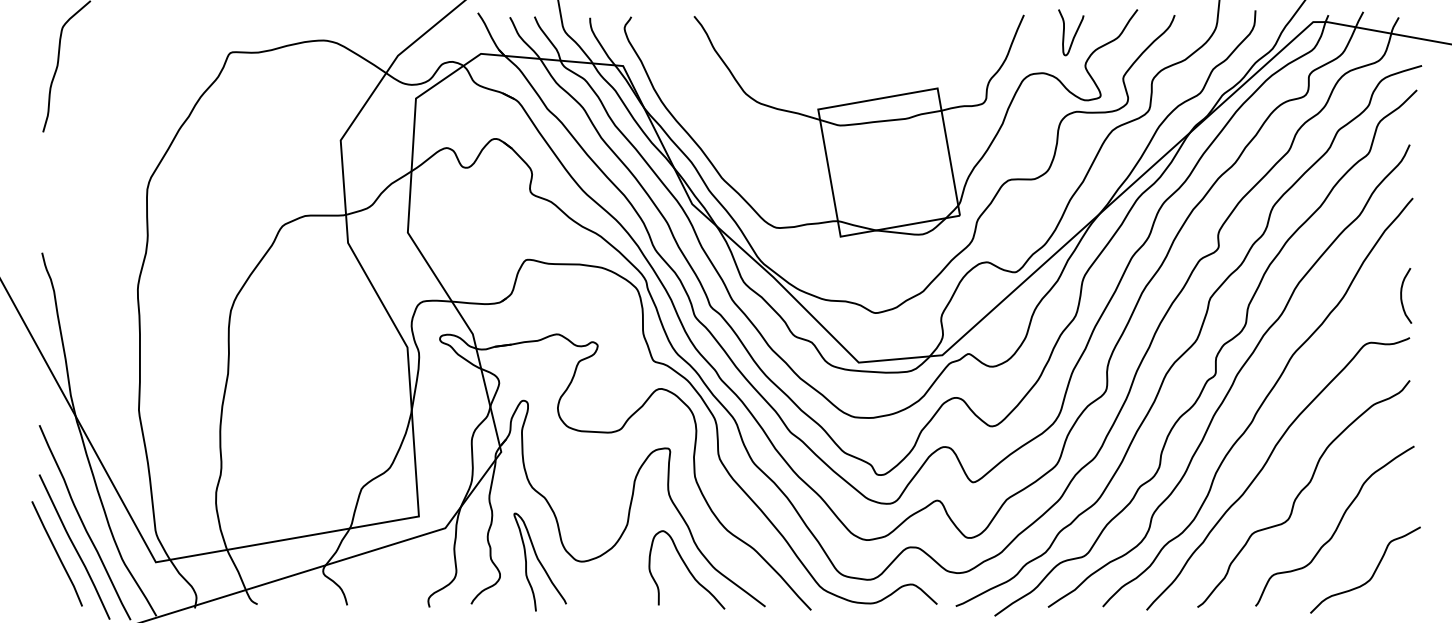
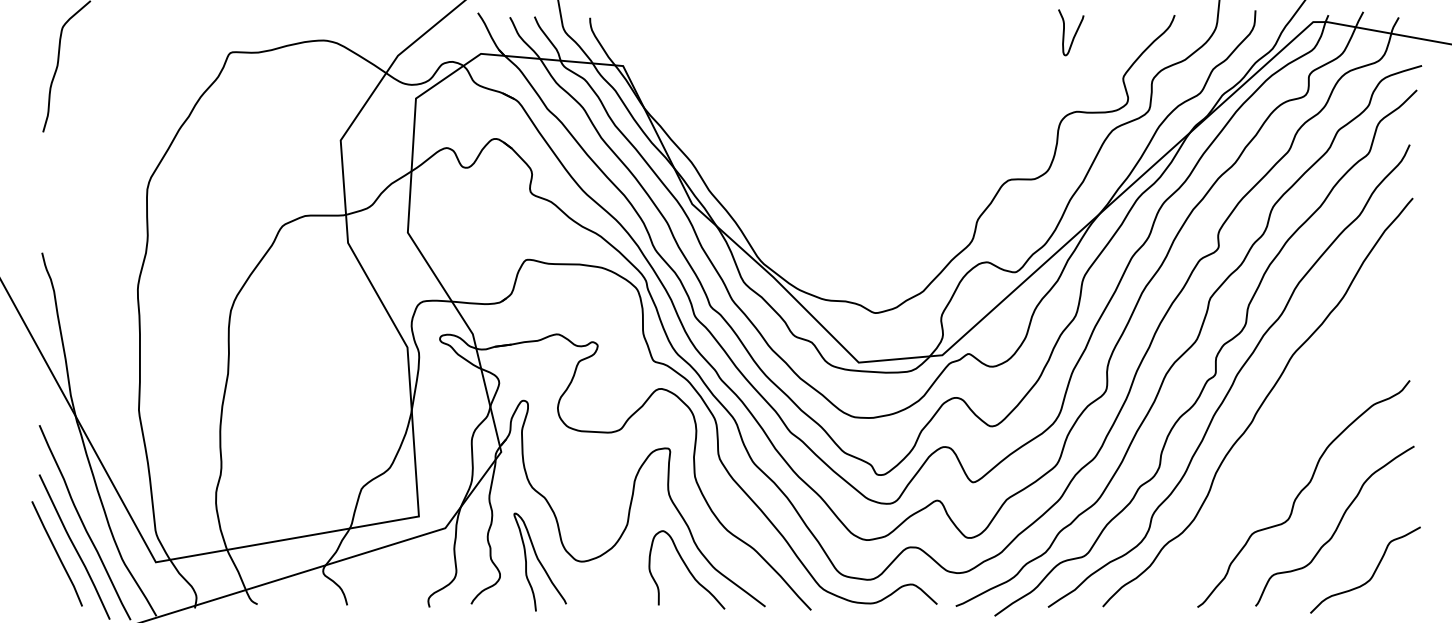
part at (880, 123): present -> none
curve at (1402, 295): present -> none
curve at (1266, 464): present -> none
